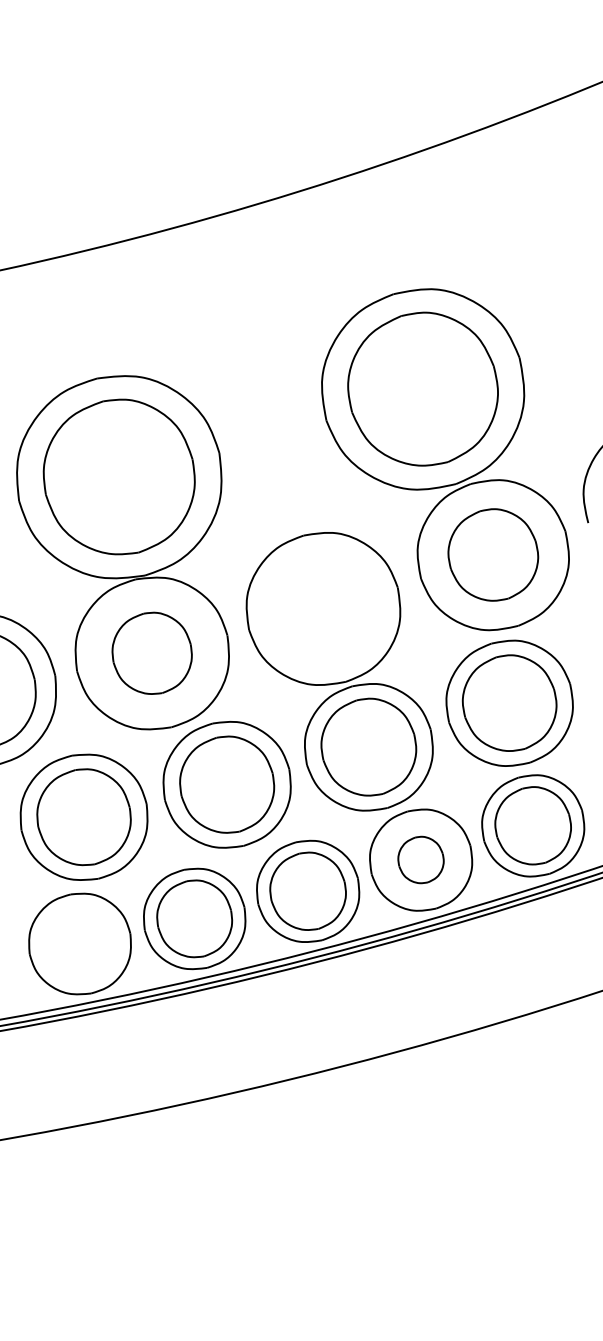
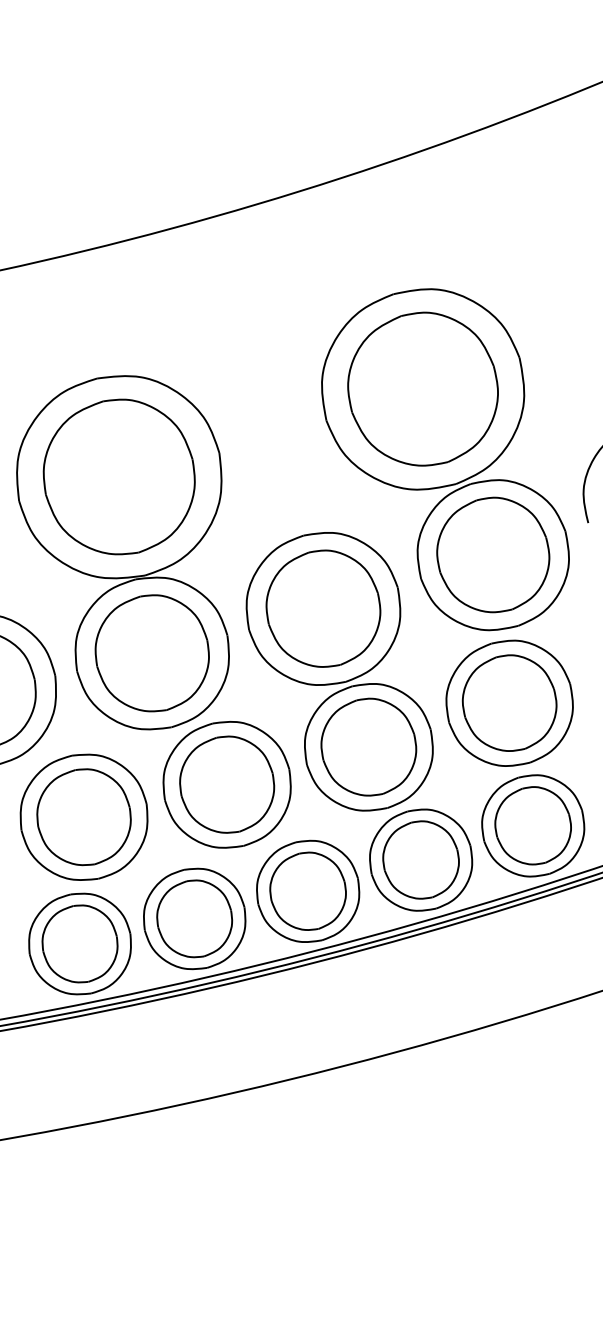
part at (493, 554) size: 93x94 px -> 115x118 px
part at (323, 608): none -> present
part at (151, 652) size: 82x84 px -> 116x119 px
part at (420, 859) size: 48x50 px -> 78x80 px
part at (79, 943): none -> present
